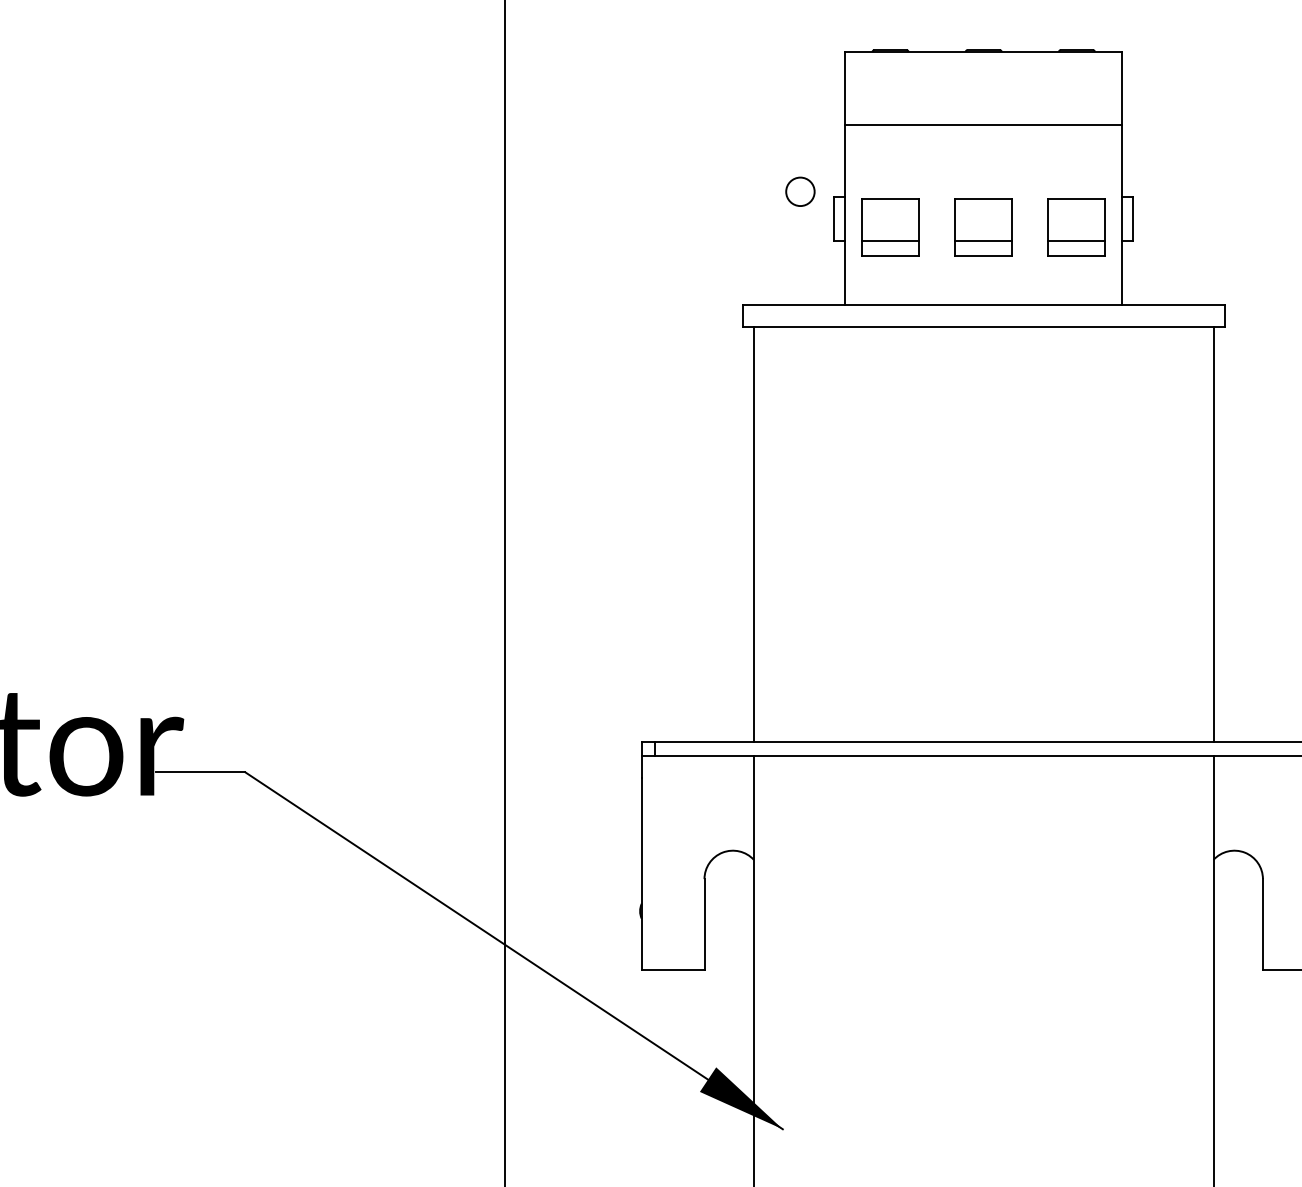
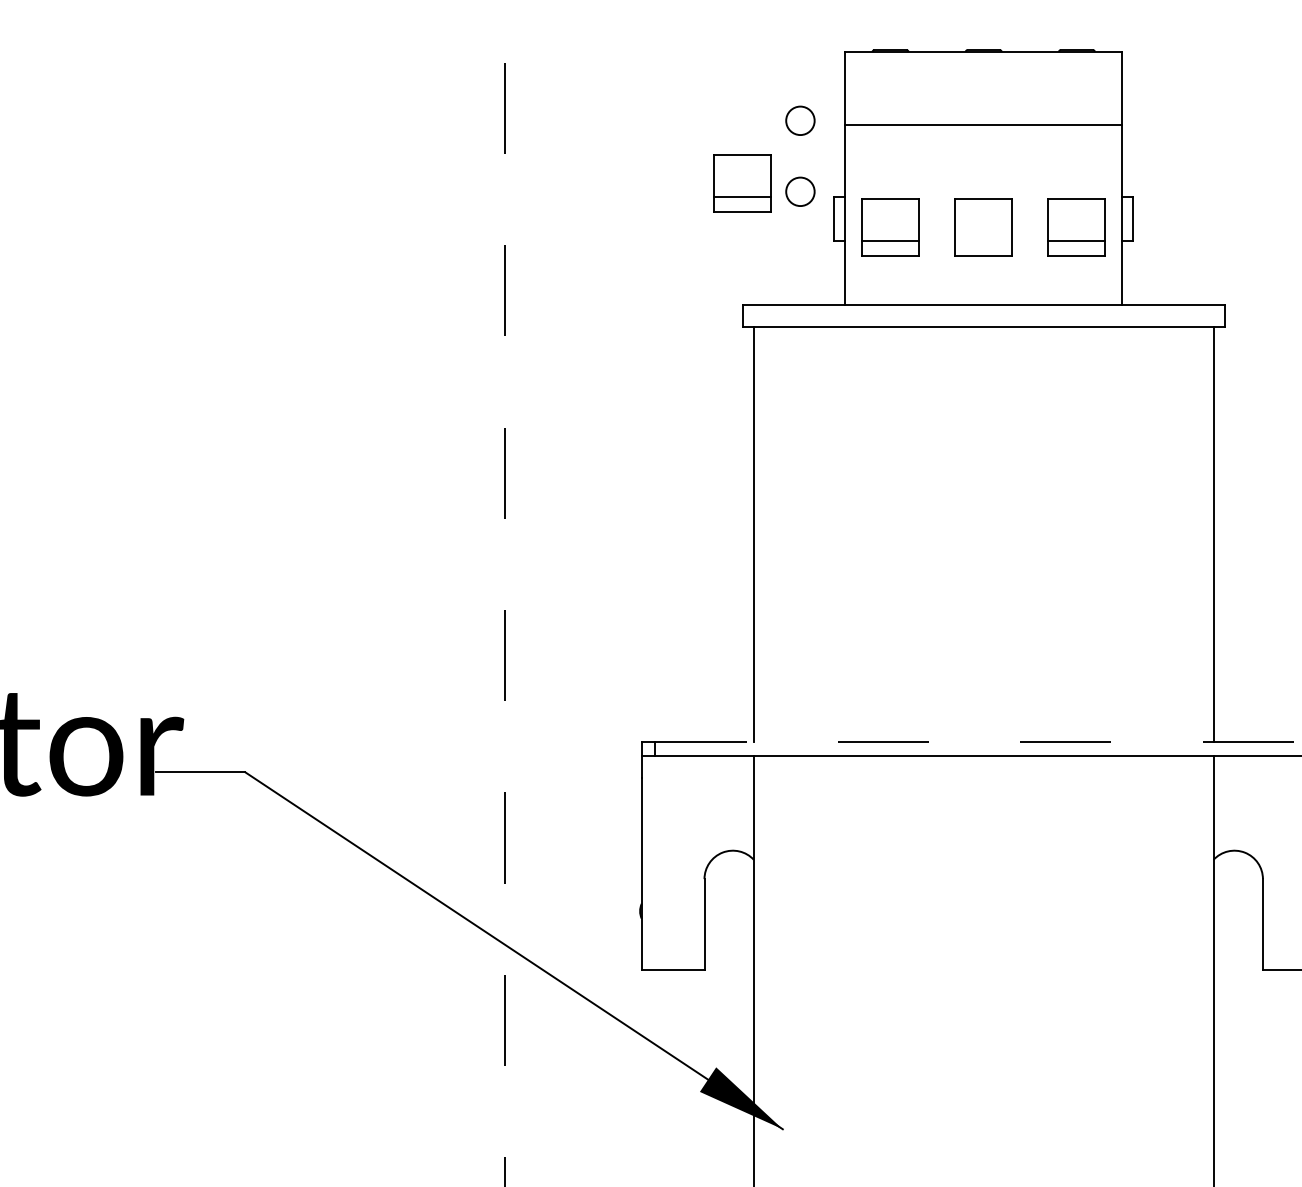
circle at (800, 120): none -> present
part at (742, 183): none -> present
line at (983, 241): present -> none
line at (504, 592): solid -> dashed
line at (978, 742): solid -> dashed
